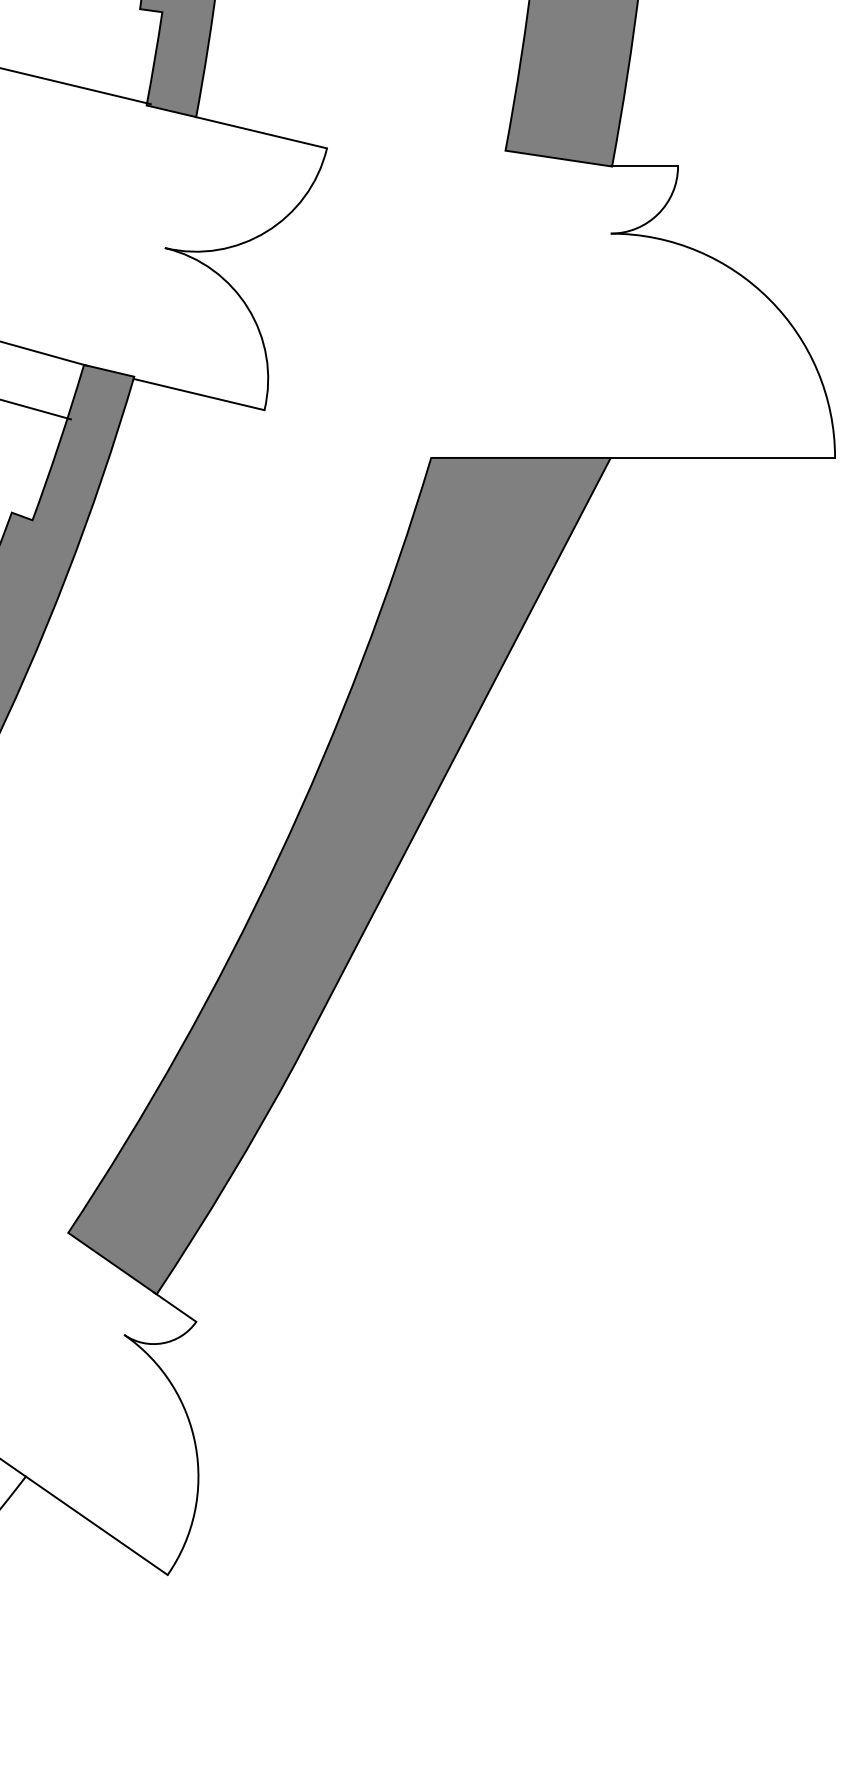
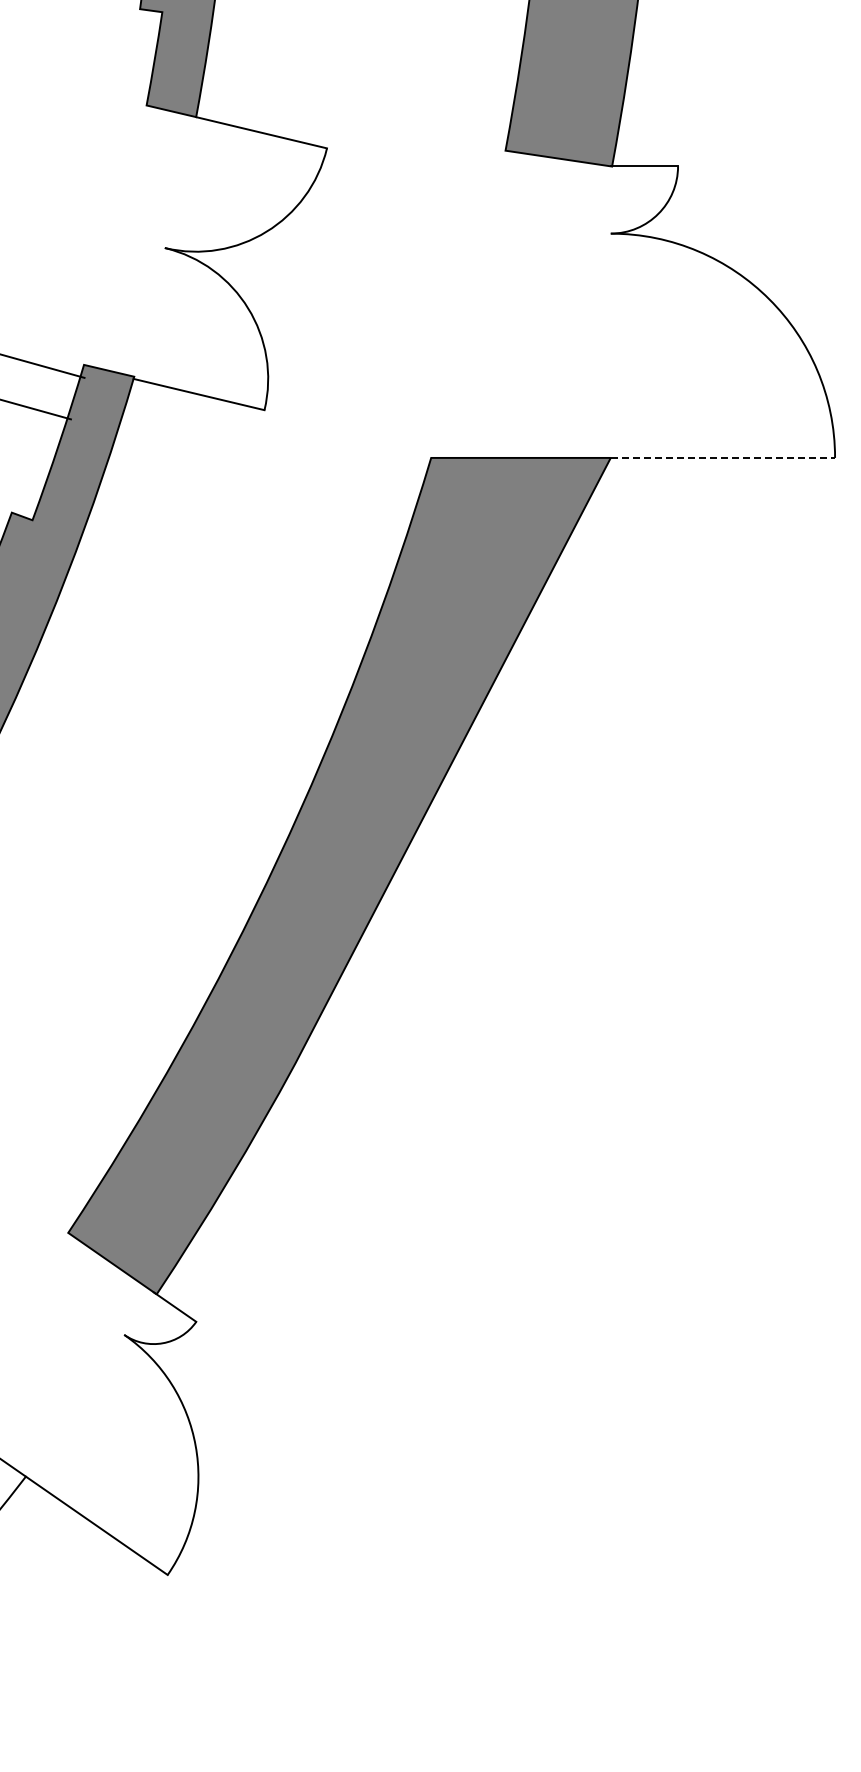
line at (76, 86): present -> none
line at (44, 353) position: (44, 353) -> (43, 366)
line at (723, 457): solid -> dashed
